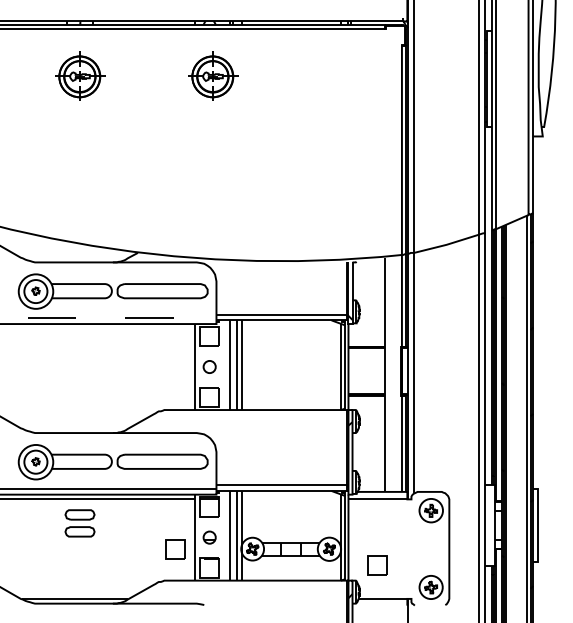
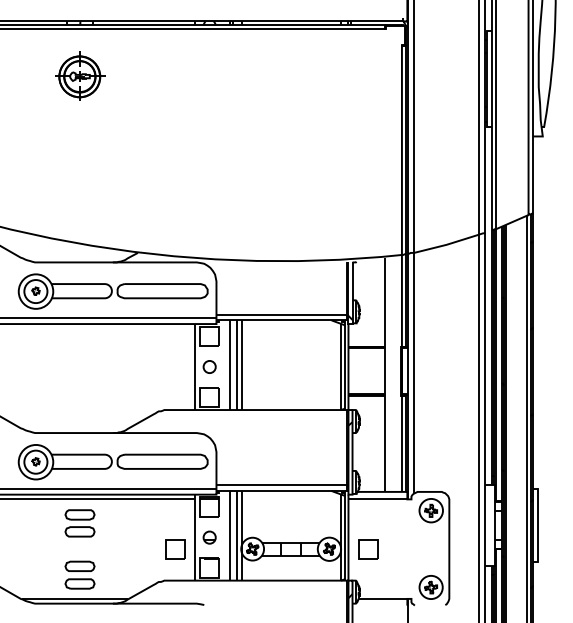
part at (213, 75): present -> none
line at (108, 317): dashed -> solid
part at (377, 565) position: (377, 565) -> (368, 549)
part at (79, 574): none -> present
